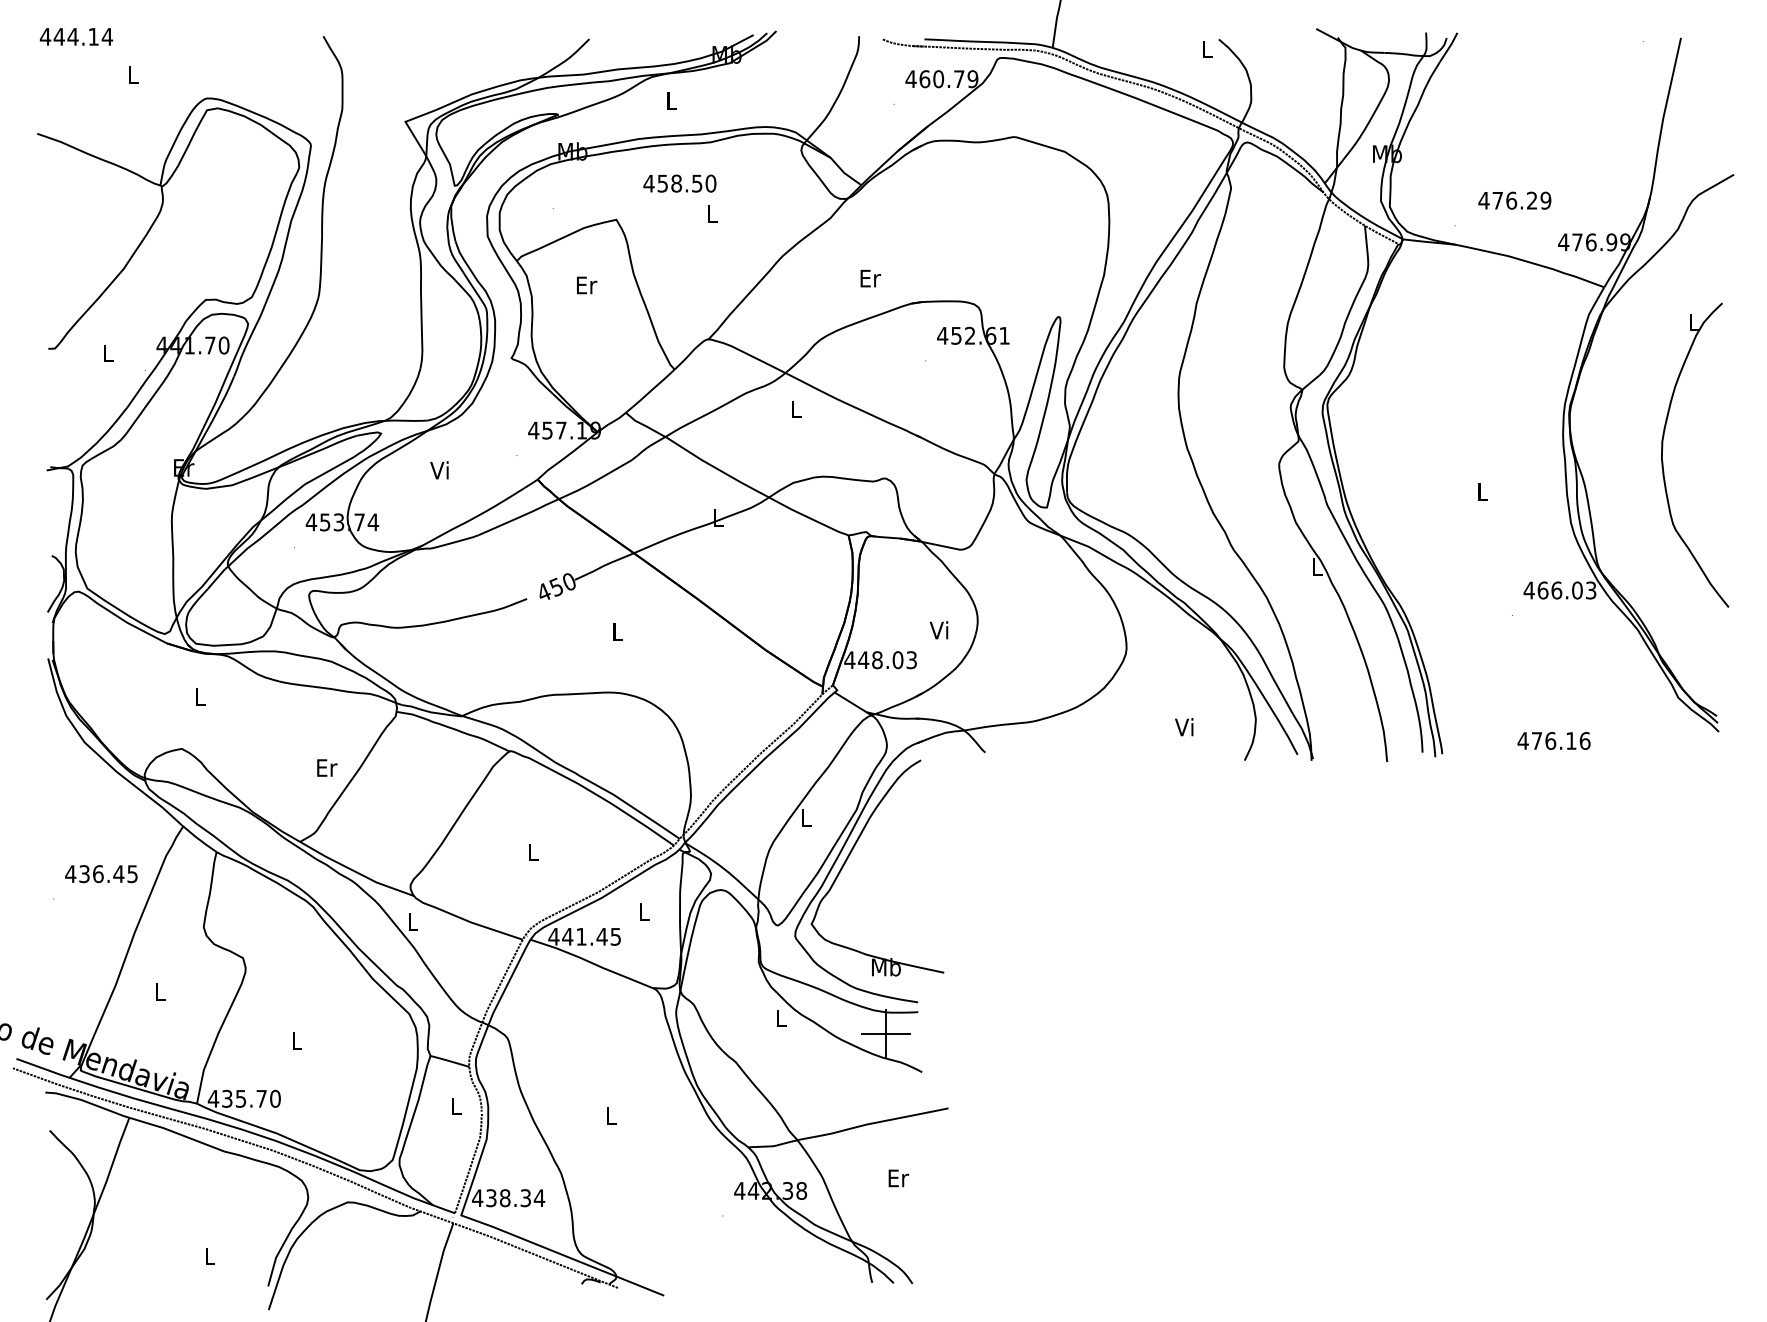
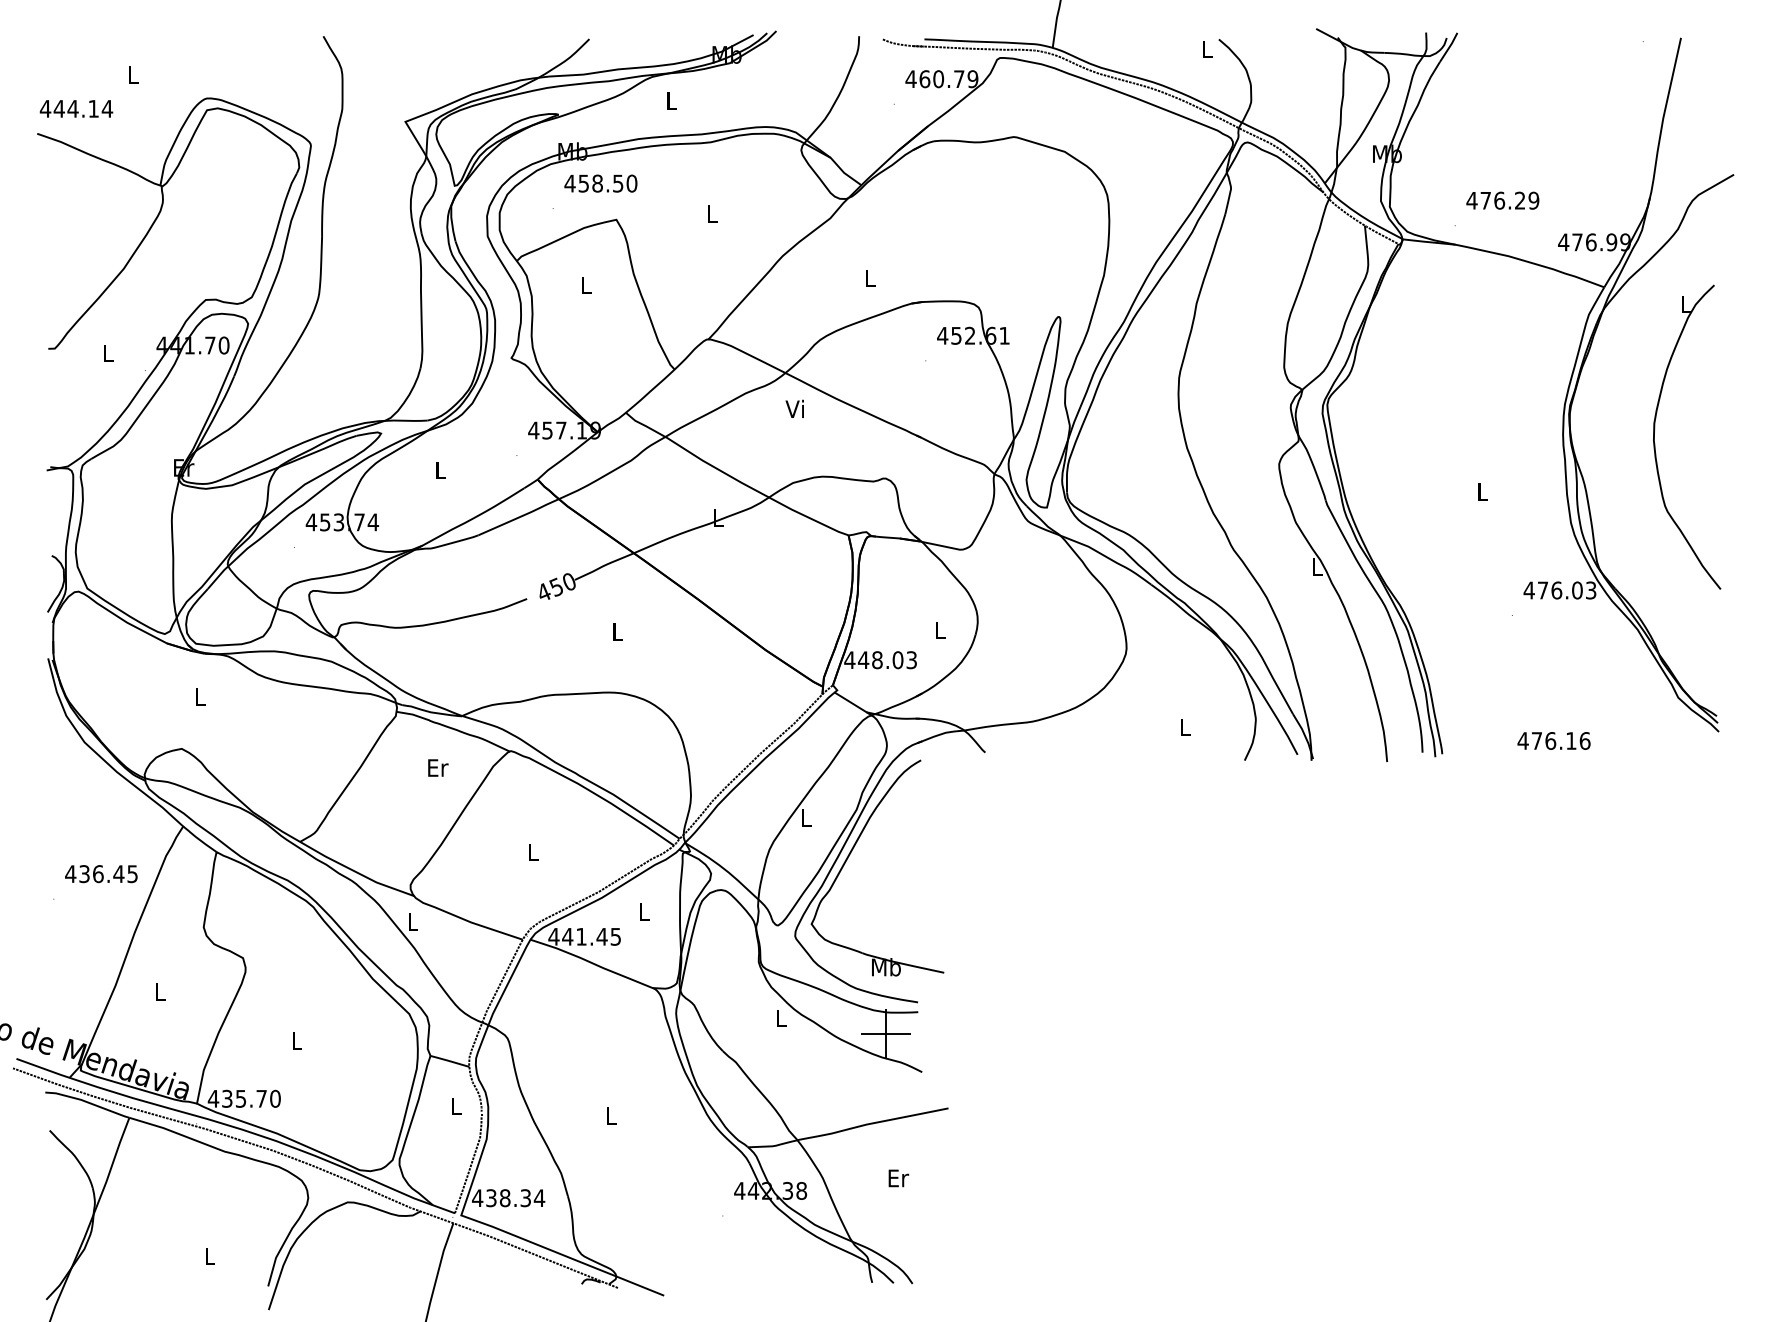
text at (76, 36) position: (76, 36) -> (76, 108)
text at (679, 183) position: (679, 183) -> (600, 183)
text at (1514, 200) position: (1514, 200) -> (1502, 200)
text at (870, 278): Er -> L
text at (587, 285): Er -> L
text at (794, 408): L -> Vi
part at (1663, 447) position: (1663, 447) -> (1655, 429)
text at (439, 470): Vi -> L
text at (1542, 590): 466.03 -> 476.03
text at (938, 630): Vi -> L
text at (1184, 727): Vi -> L
text at (327, 767) position: (327, 767) -> (438, 767)
